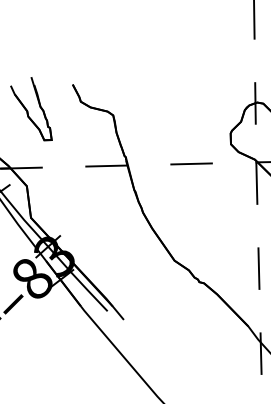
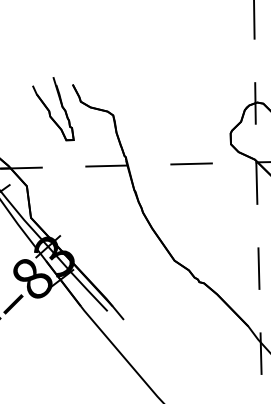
part at (31, 109) position: (31, 109) -> (53, 109)
